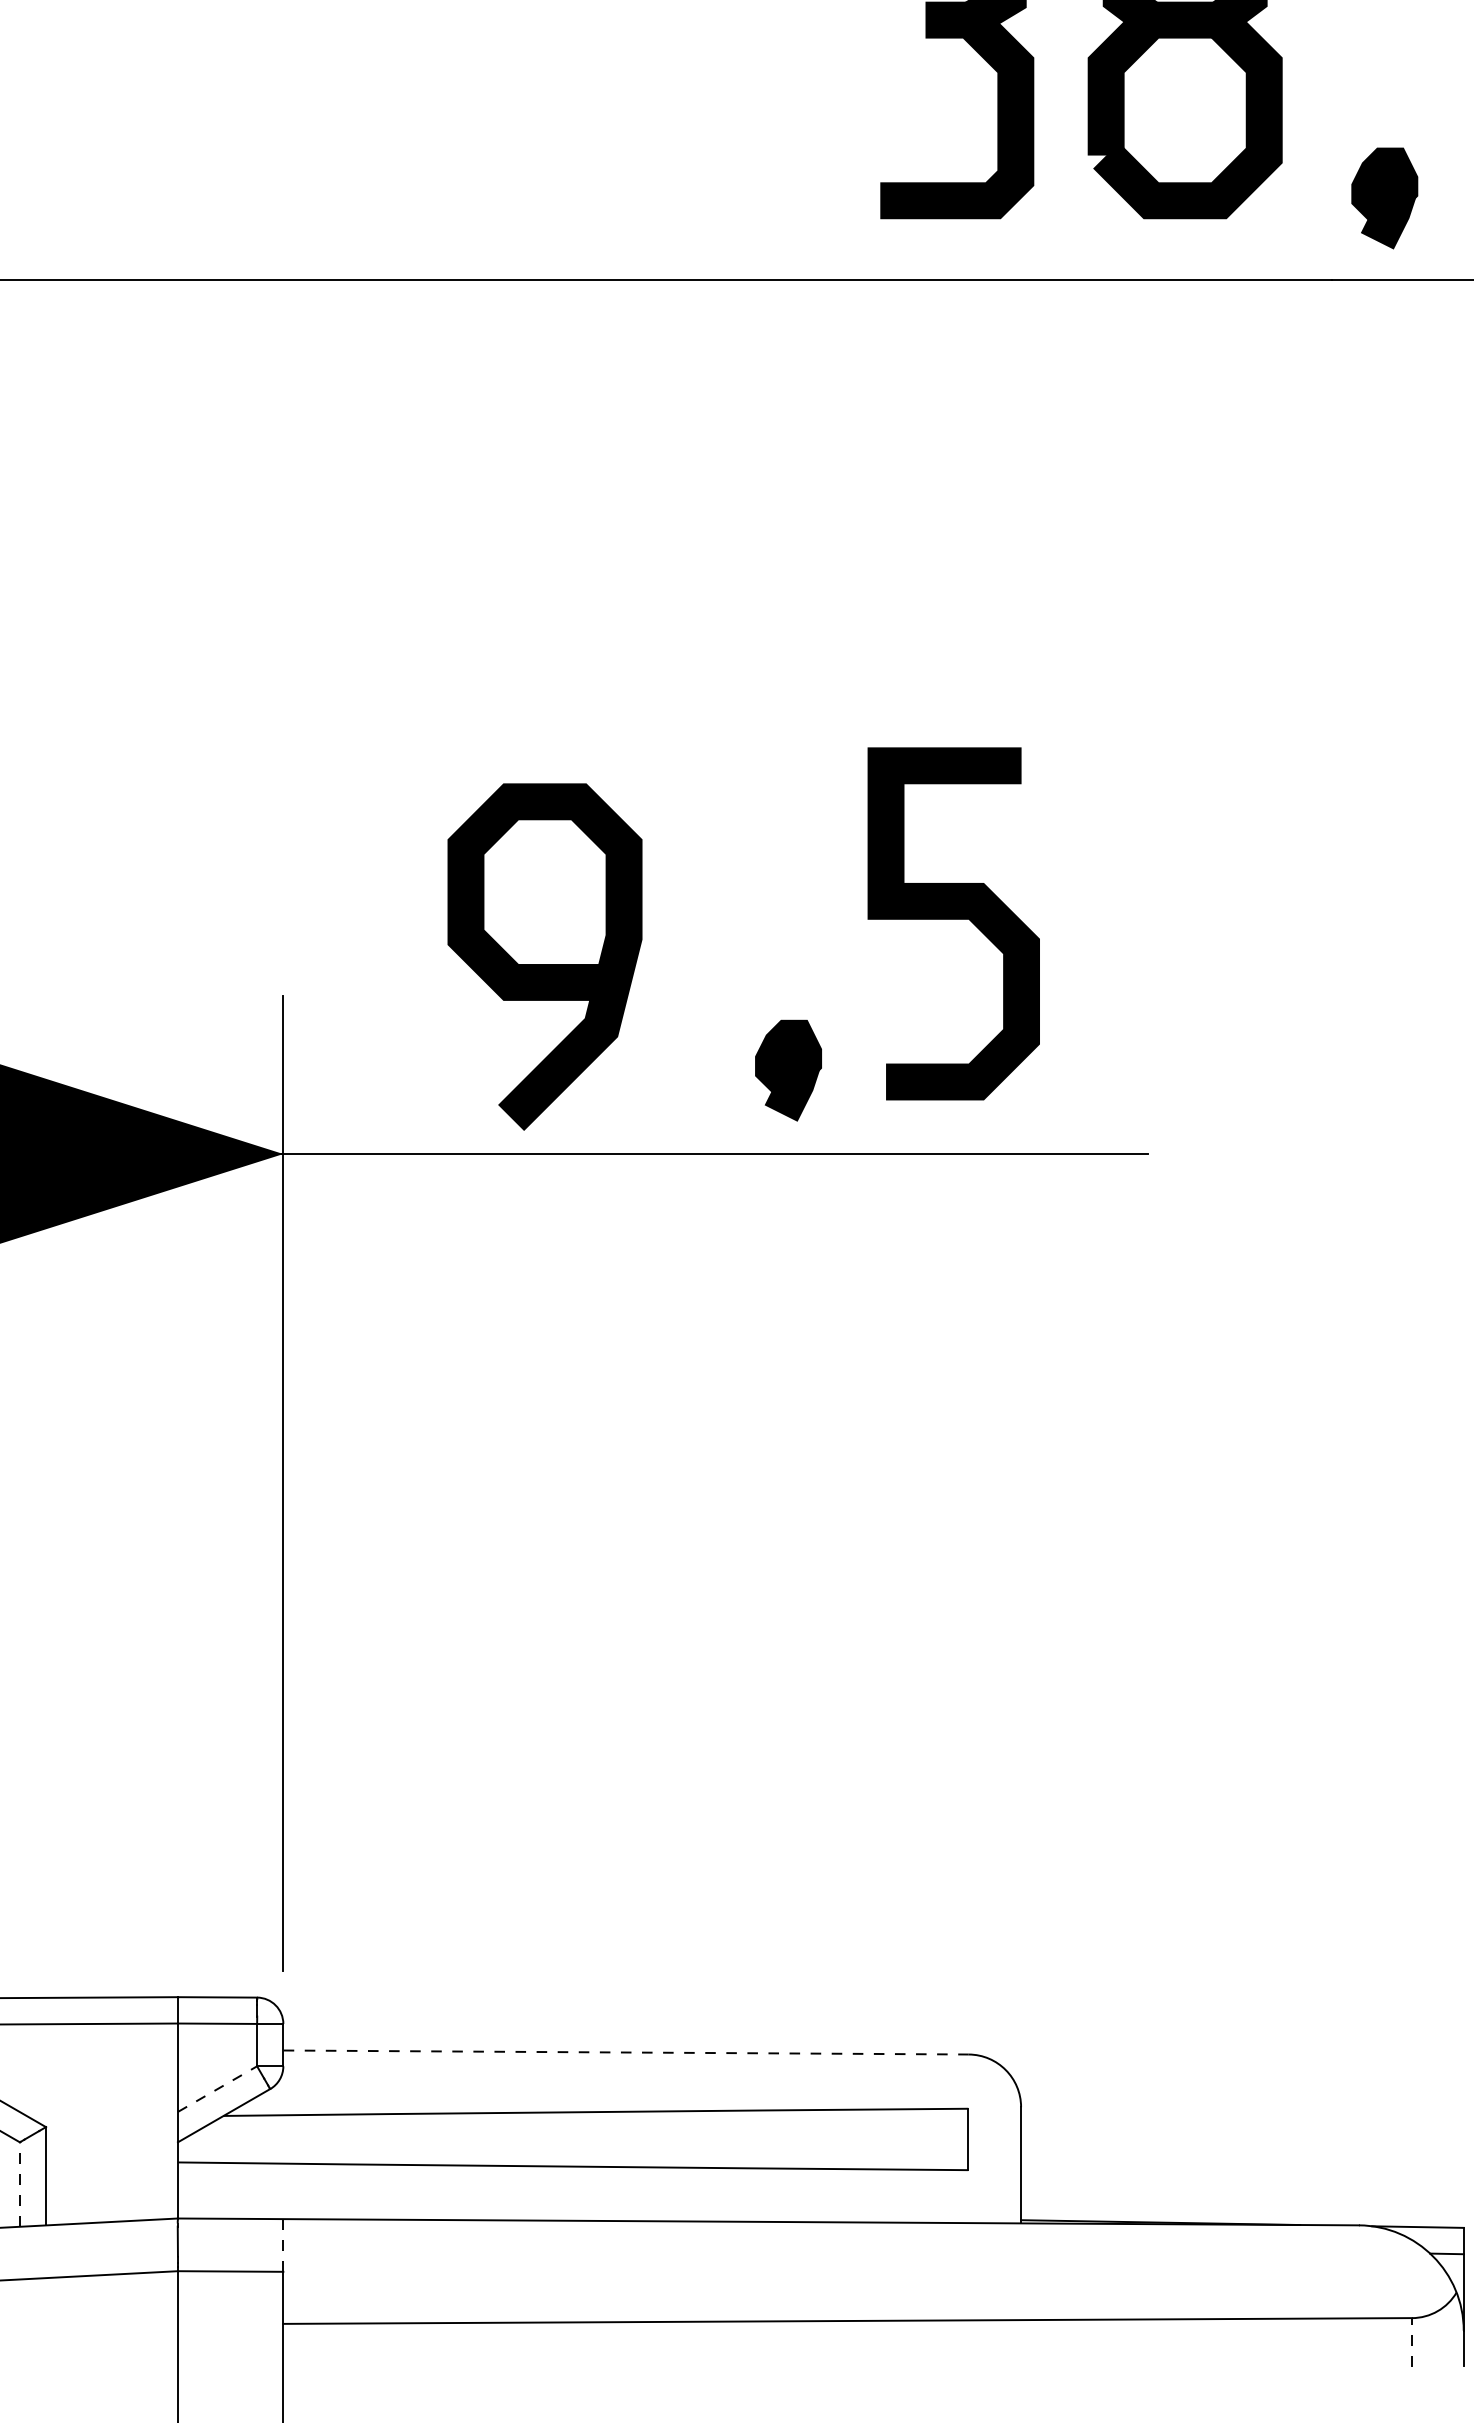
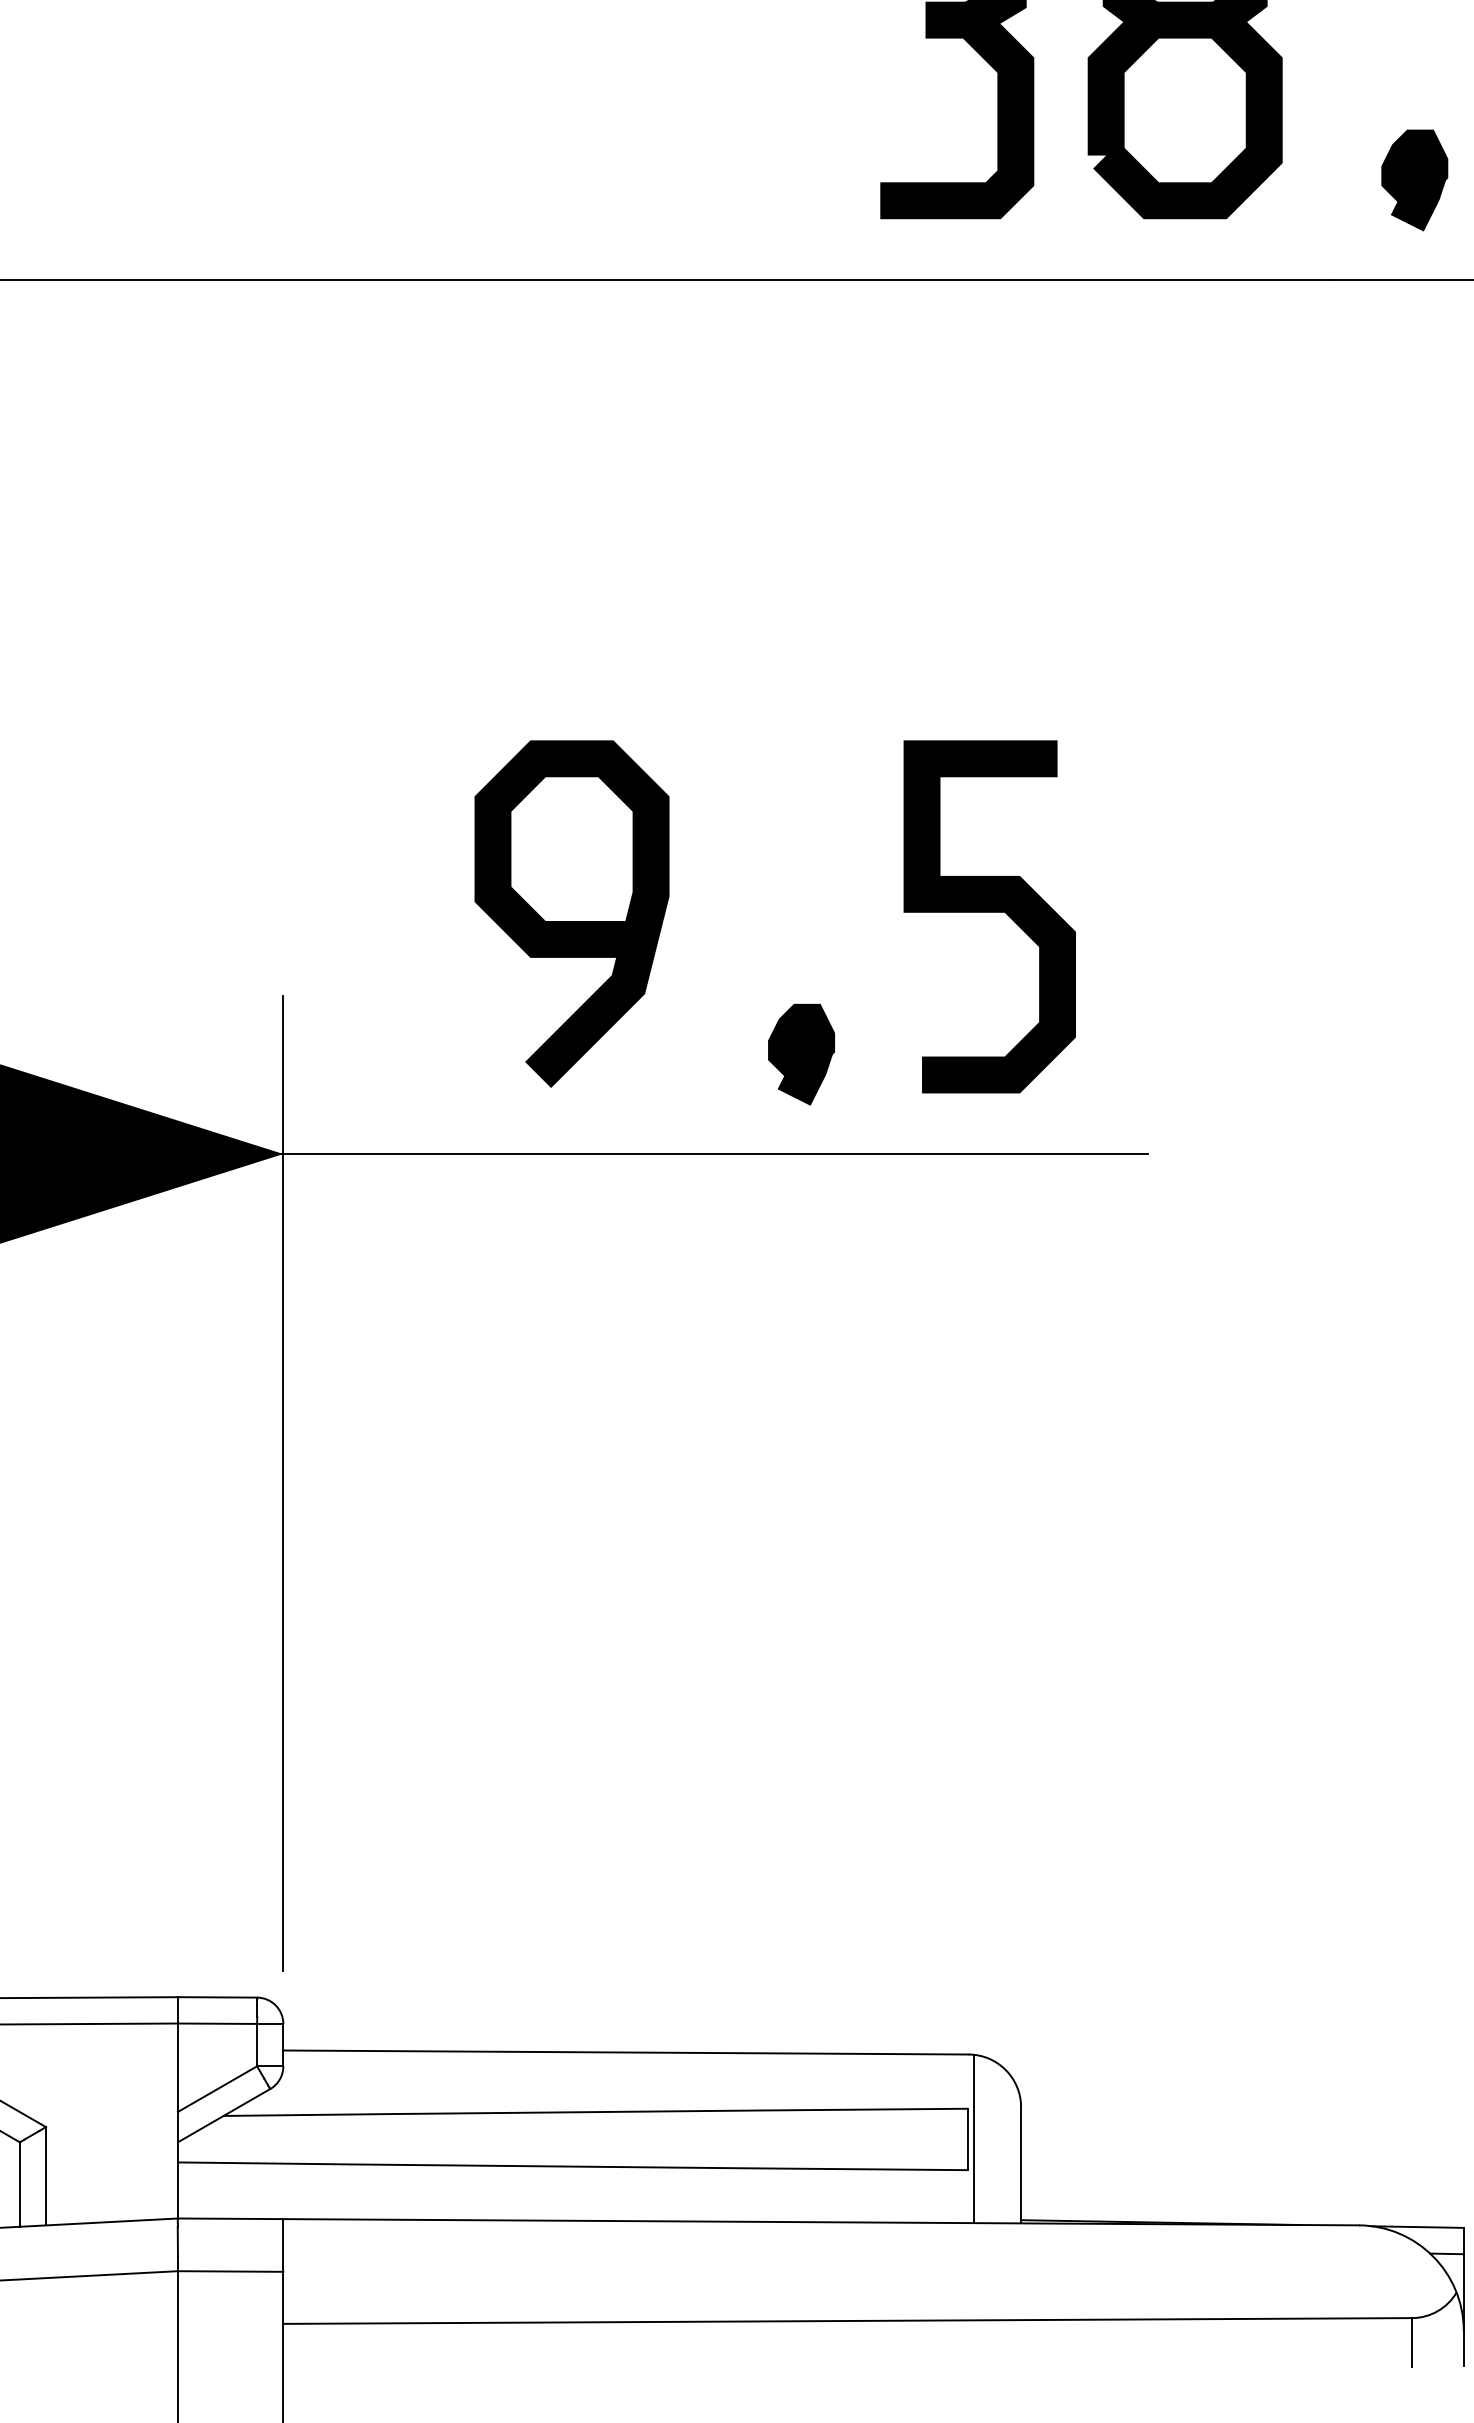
part at (1384, 198) position: (1384, 198) -> (1414, 180)
curve at (953, 919) position: (953, 919) -> (989, 912)
curve at (544, 964) position: (544, 964) -> (571, 921)
part at (788, 1070) position: (788, 1070) -> (801, 1054)
line at (626, 2052): dashed -> solid
line at (217, 2089): dashed -> solid
line at (973, 2138): none -> present
line at (19, 2184): dashed -> solid
line at (283, 2245): dashed -> solid
line at (1411, 2341): dashed -> solid
